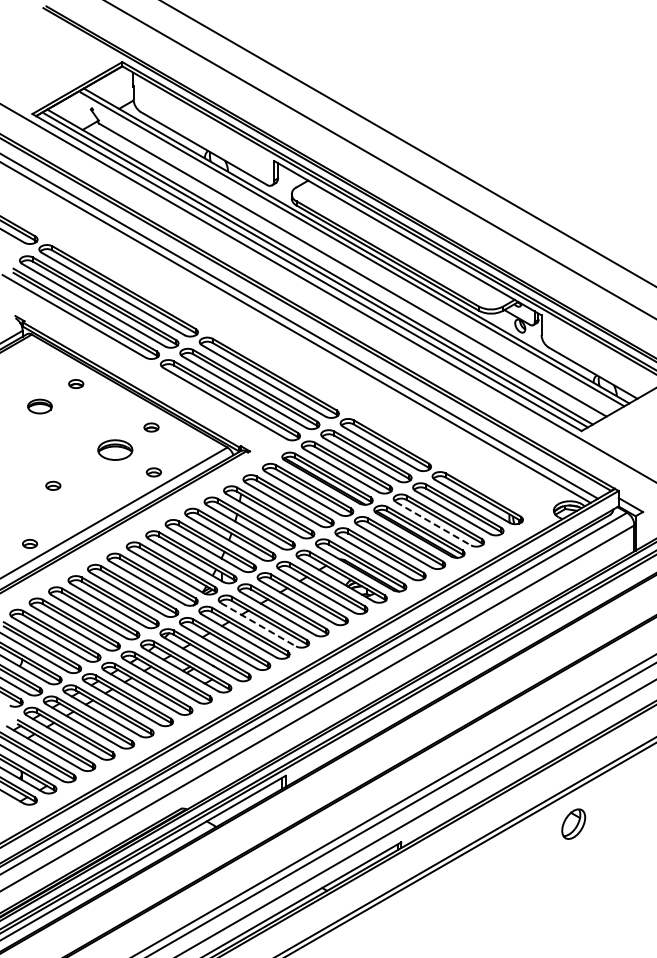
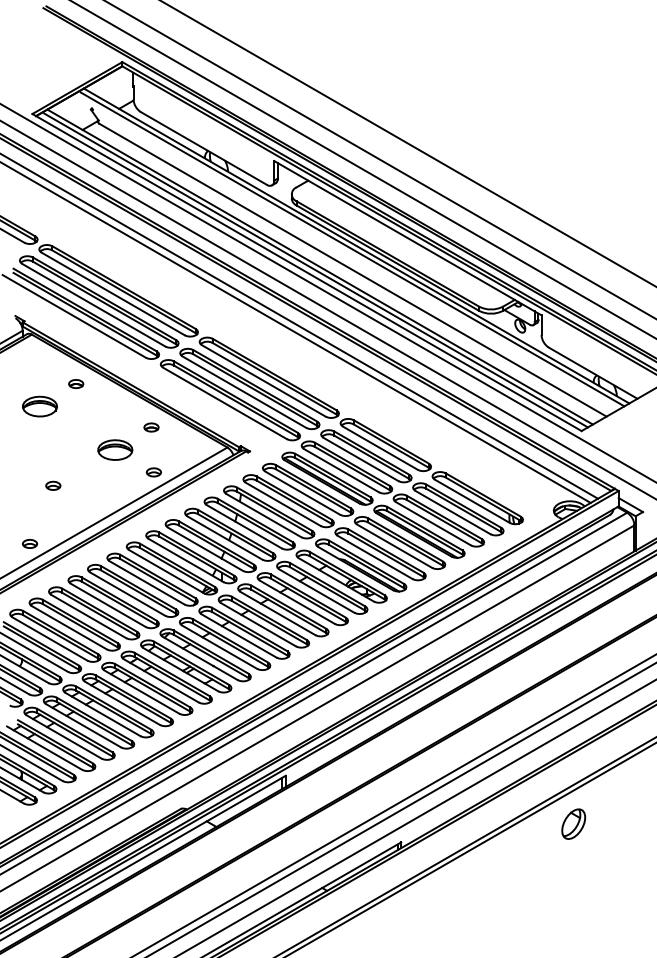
line at (363, 169): none -> present
line at (327, 309): none -> present
part at (39, 406) size: 26x17 px -> 36x23 px
line at (433, 523): dashed -> solid
line at (258, 624): dashed -> solid
